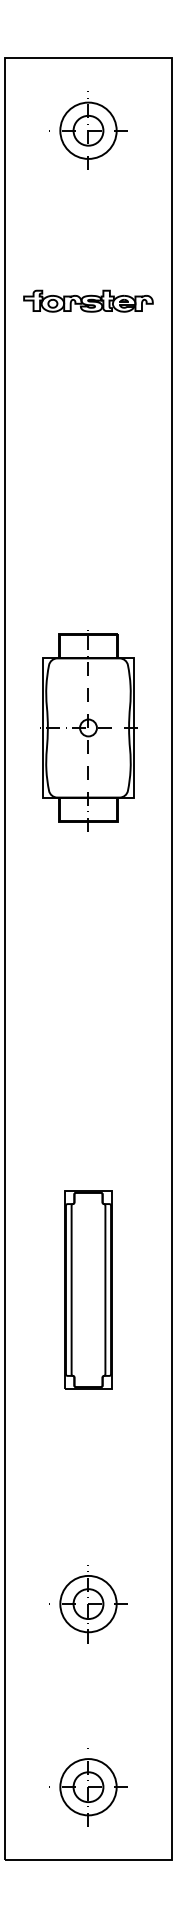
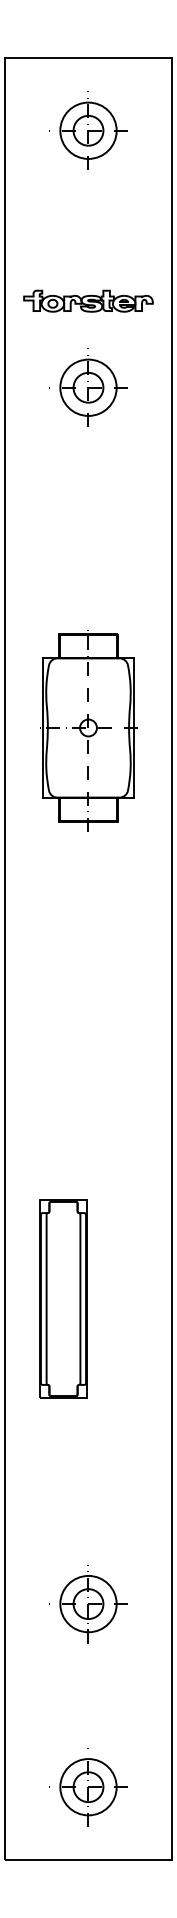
part at (88, 387): none -> present
part at (88, 1289) position: (88, 1289) -> (63, 1298)
